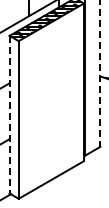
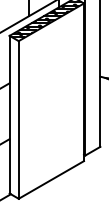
line at (100, 74): dashed -> solid
line at (9, 114): dashed -> solid
